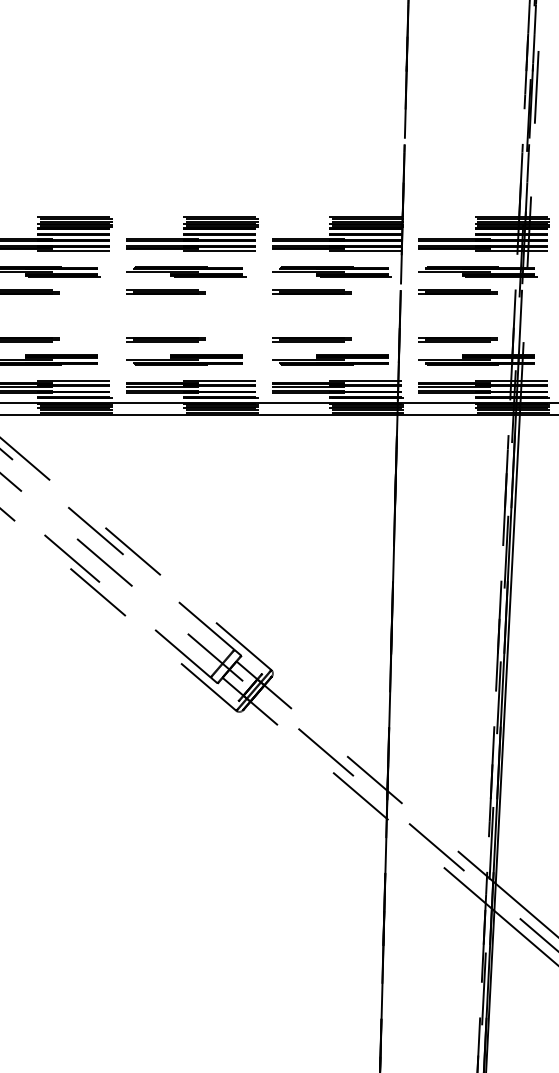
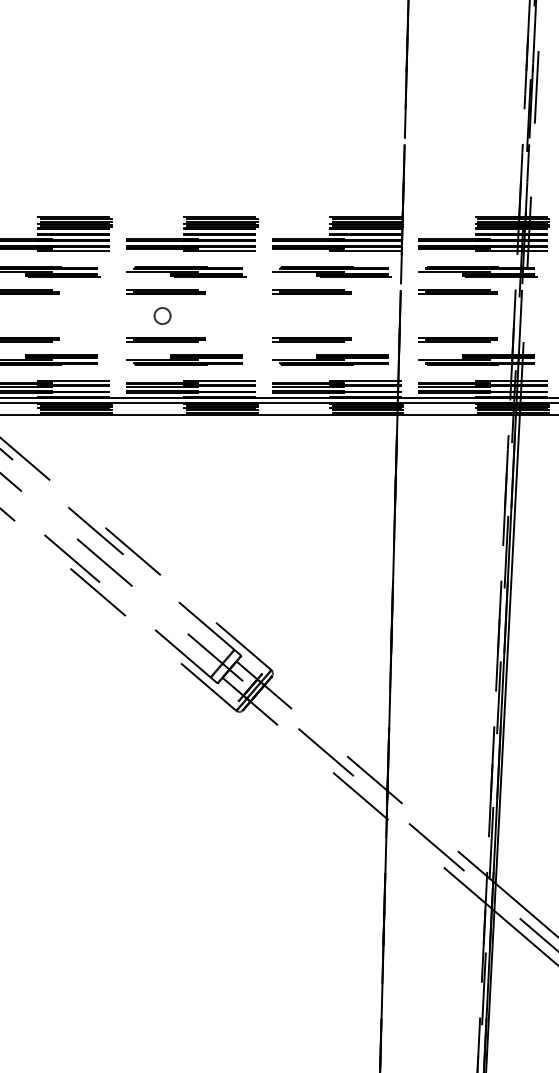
circle at (162, 315): none -> present
line at (279, 398): dashed -> solid
